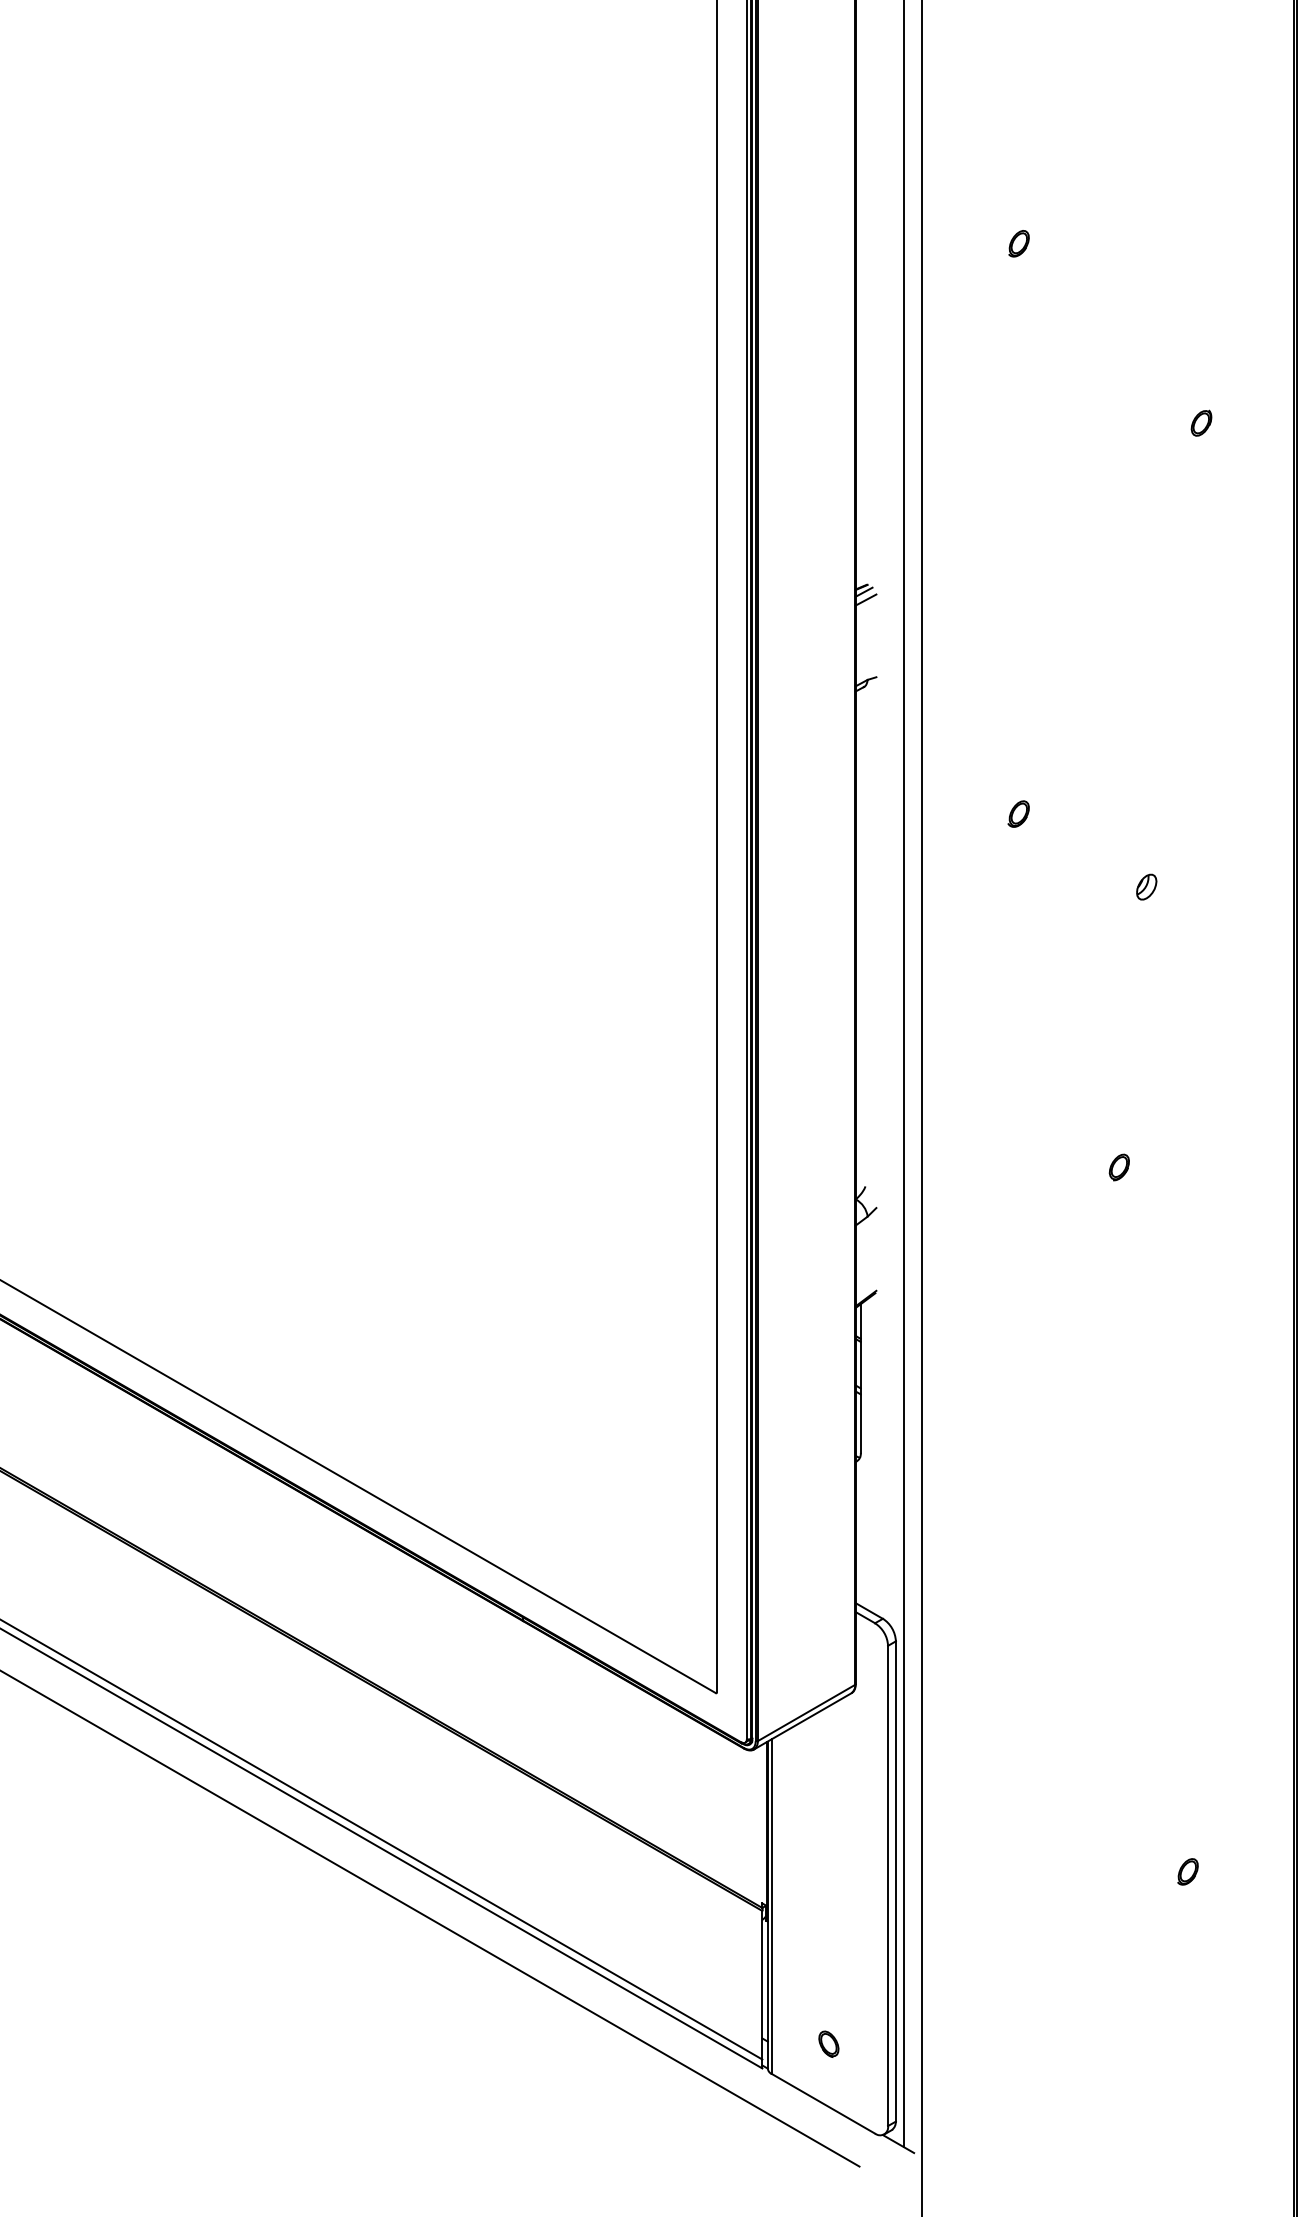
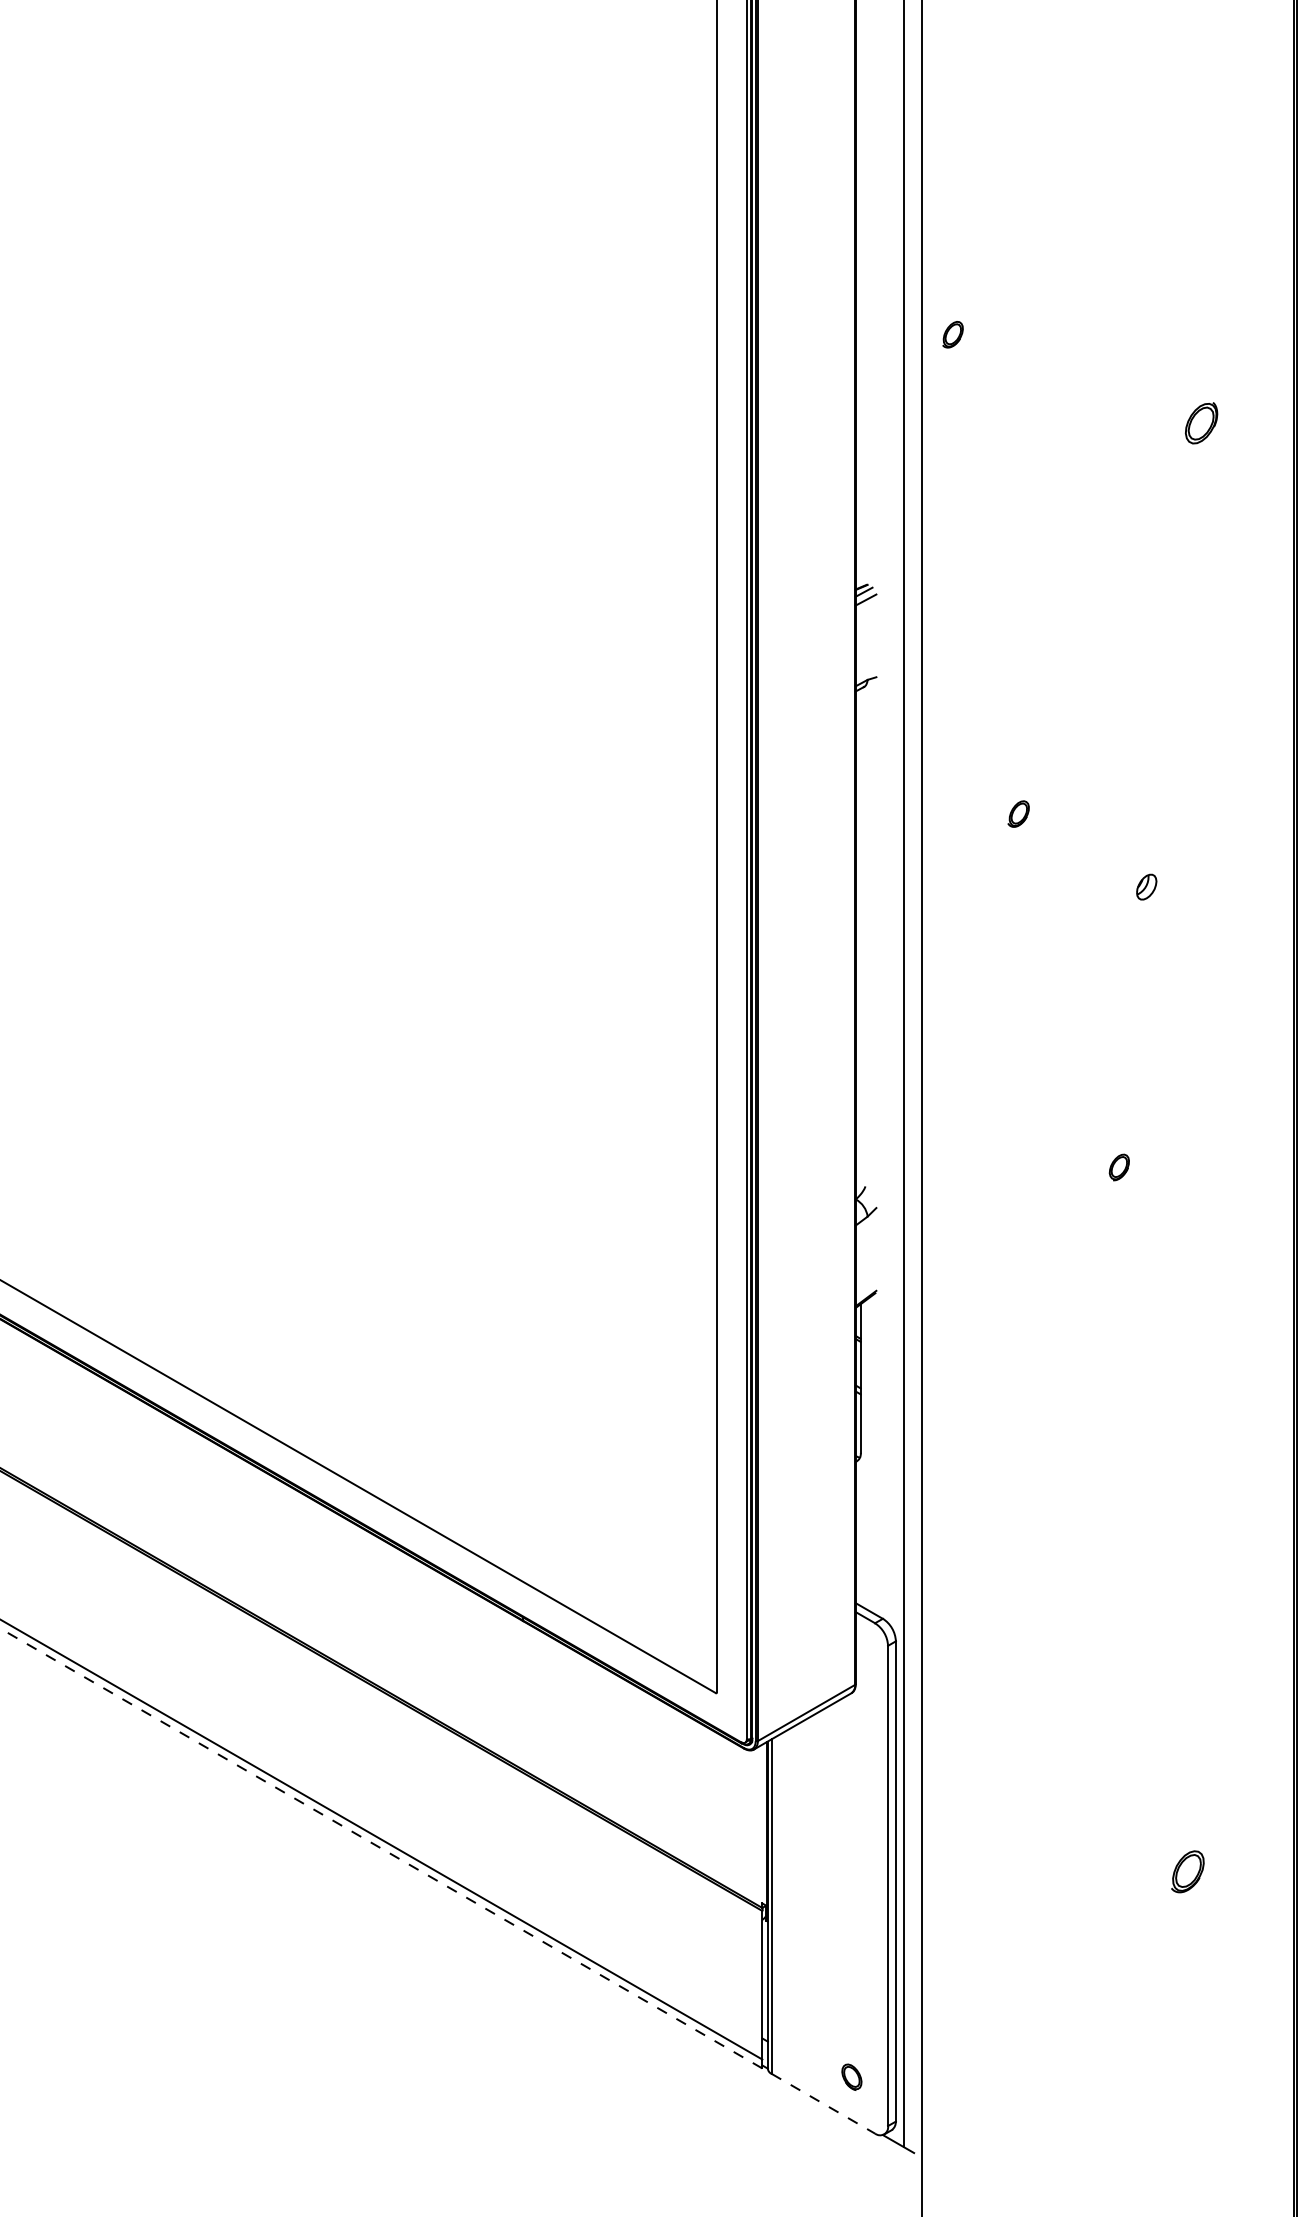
part at (1018, 243) position: (1018, 243) -> (952, 334)
part at (1201, 422) size: 23x28 px -> 34x43 px
line at (381, 1848): solid -> dashed
part at (1187, 1871) size: 22x28 px -> 34x44 px
line at (430, 1918): present -> none
part at (828, 2043) position: (828, 2043) -> (851, 2076)
line at (823, 2103): solid -> dashed
